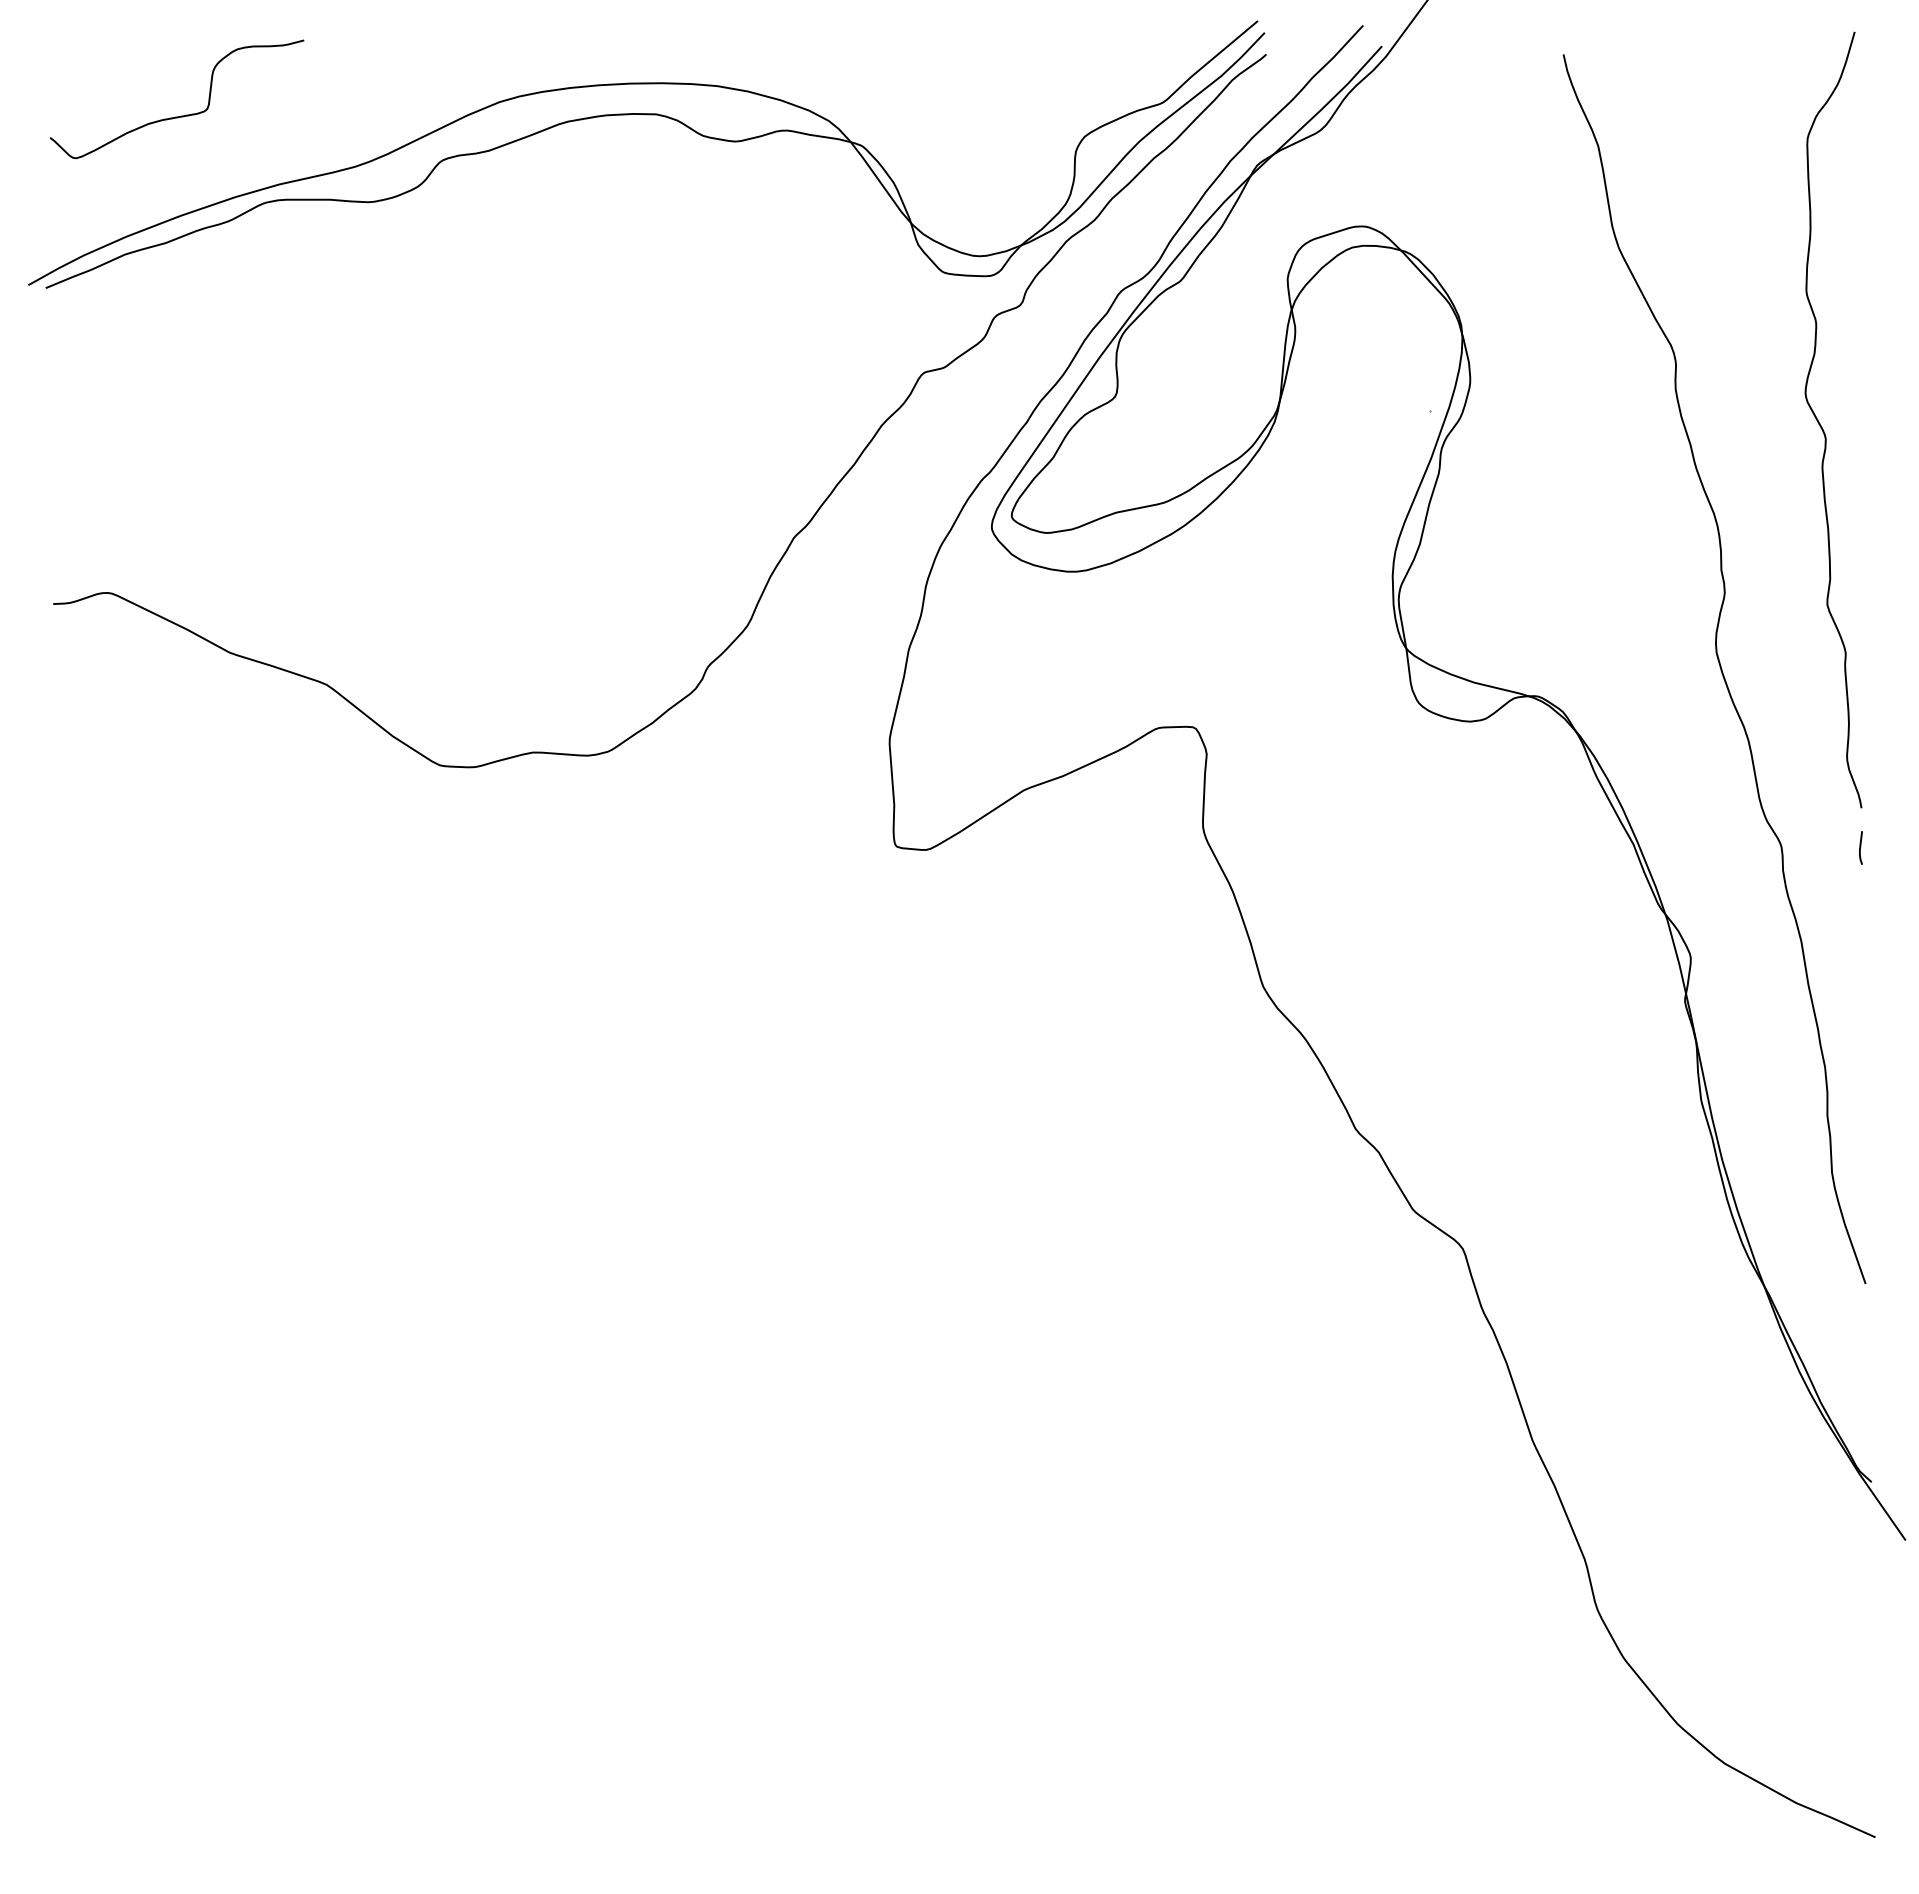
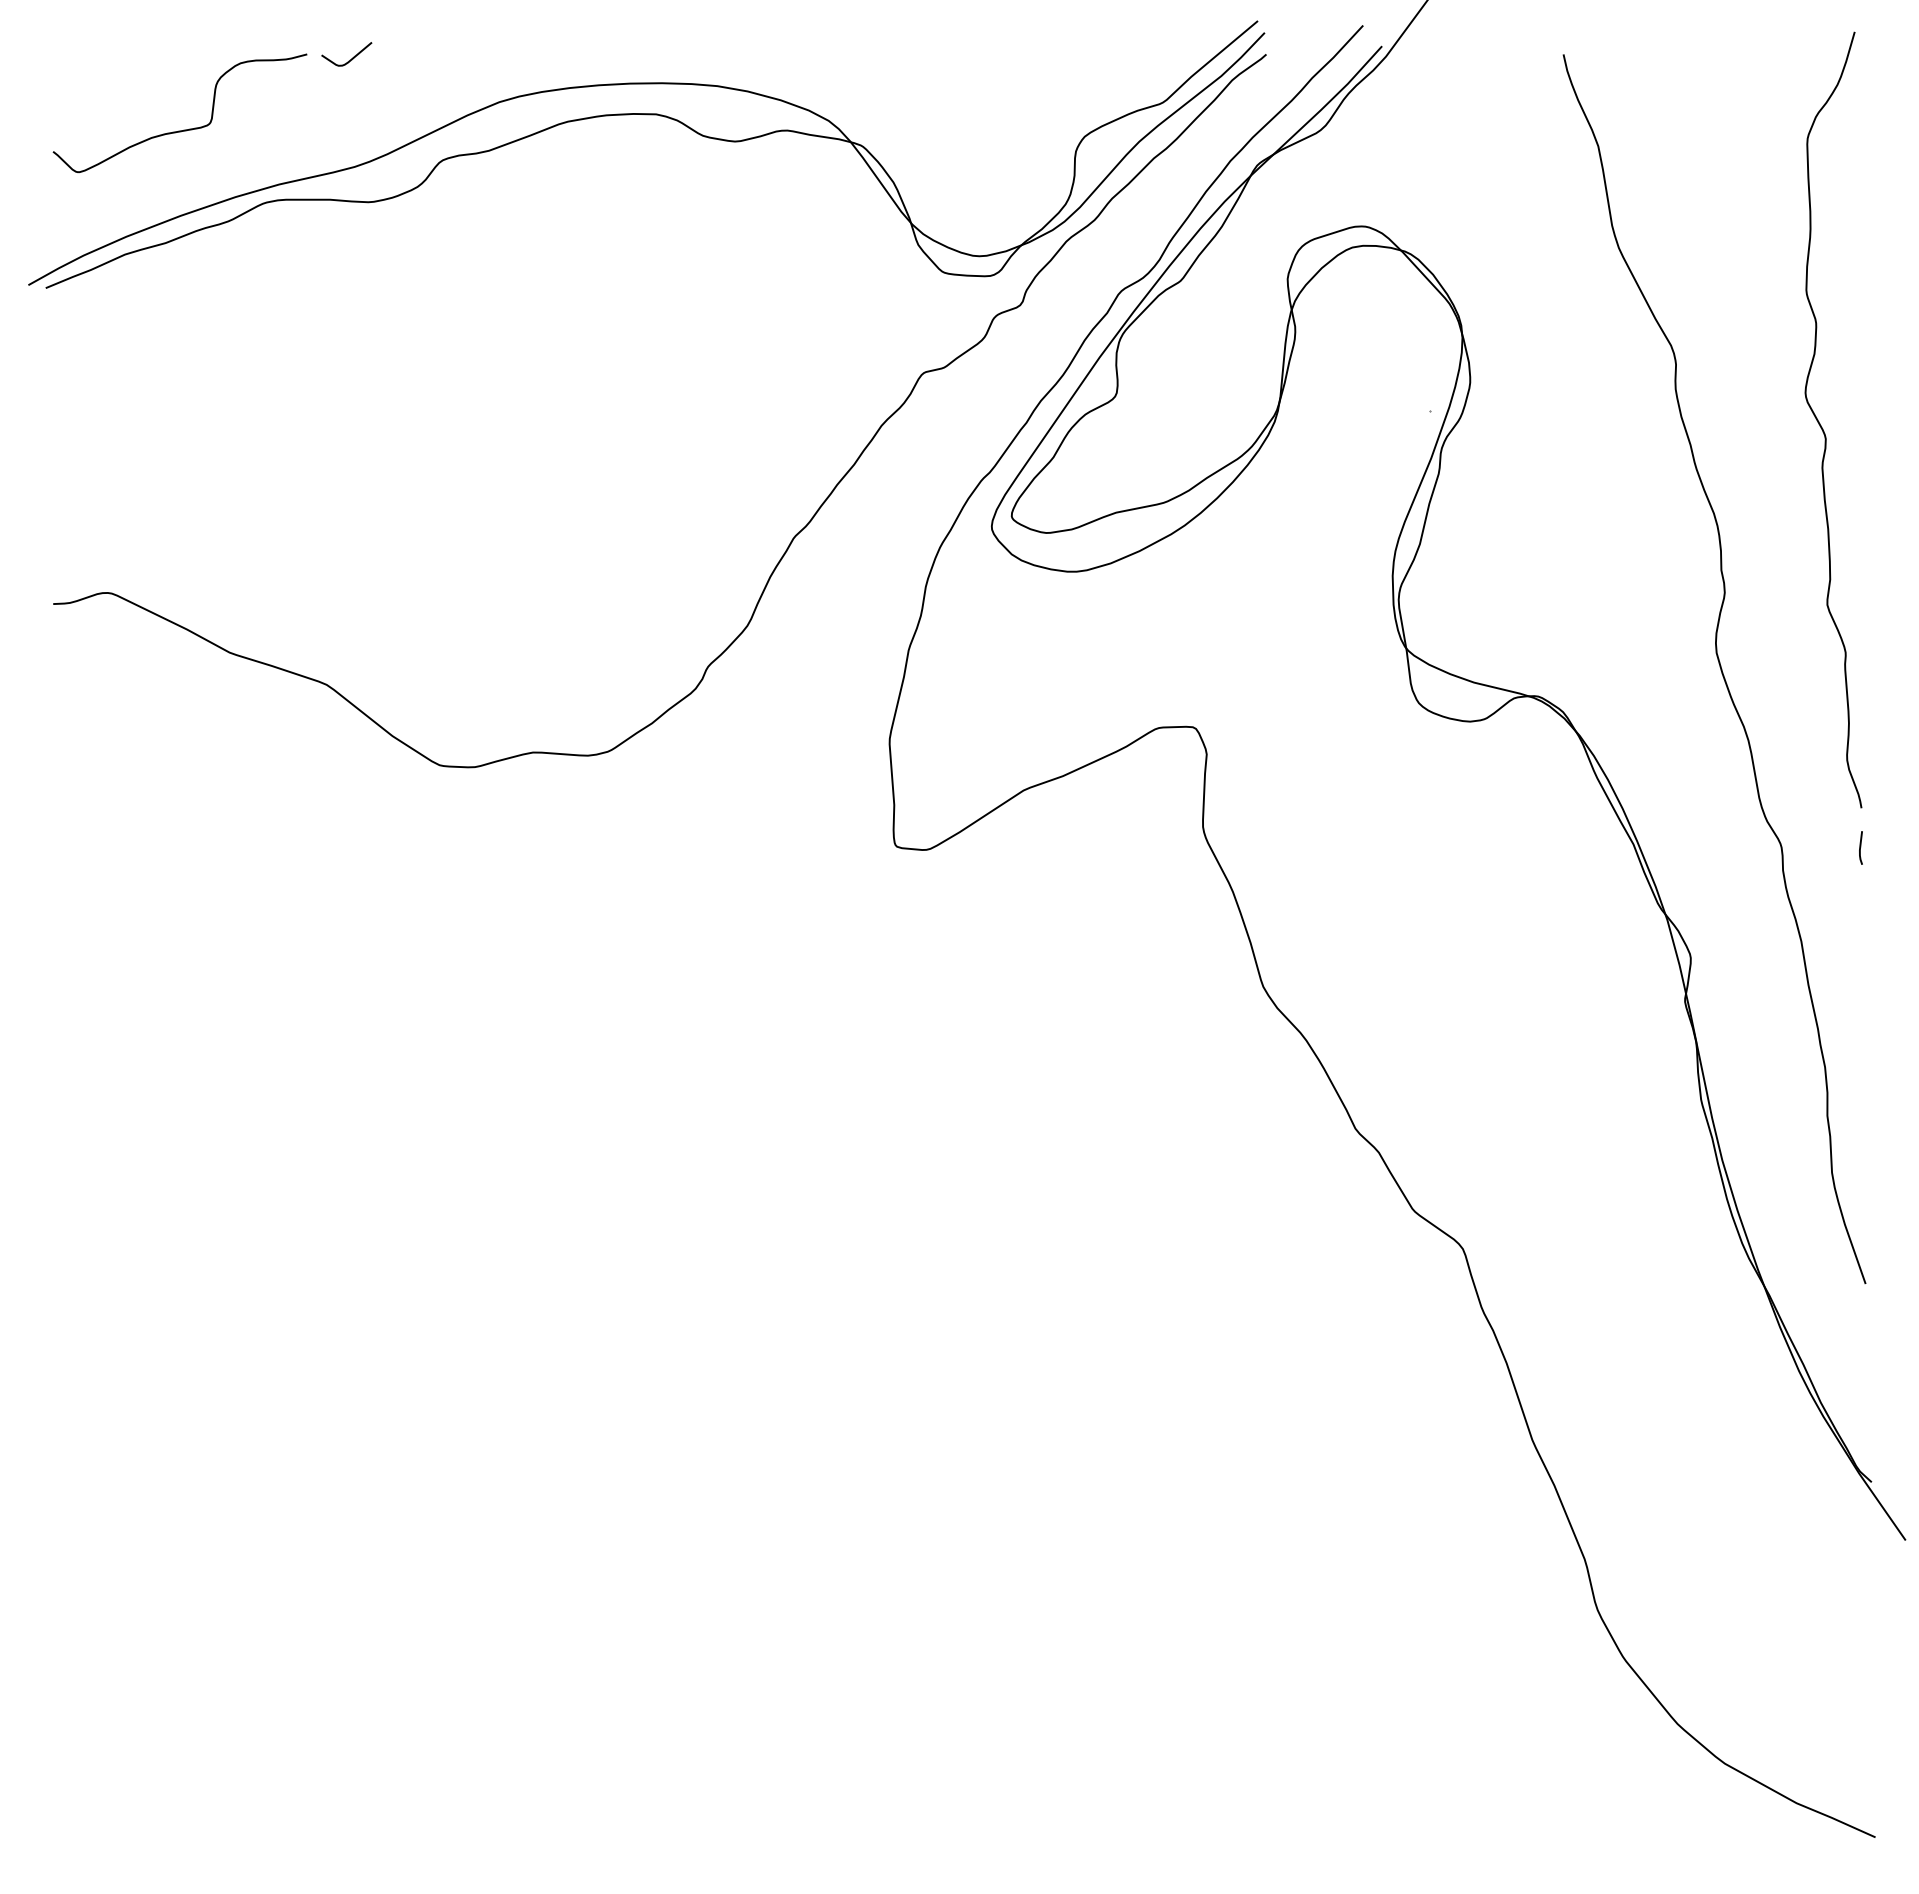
curve at (348, 60): none -> present
curve at (180, 115) position: (180, 115) -> (183, 129)
